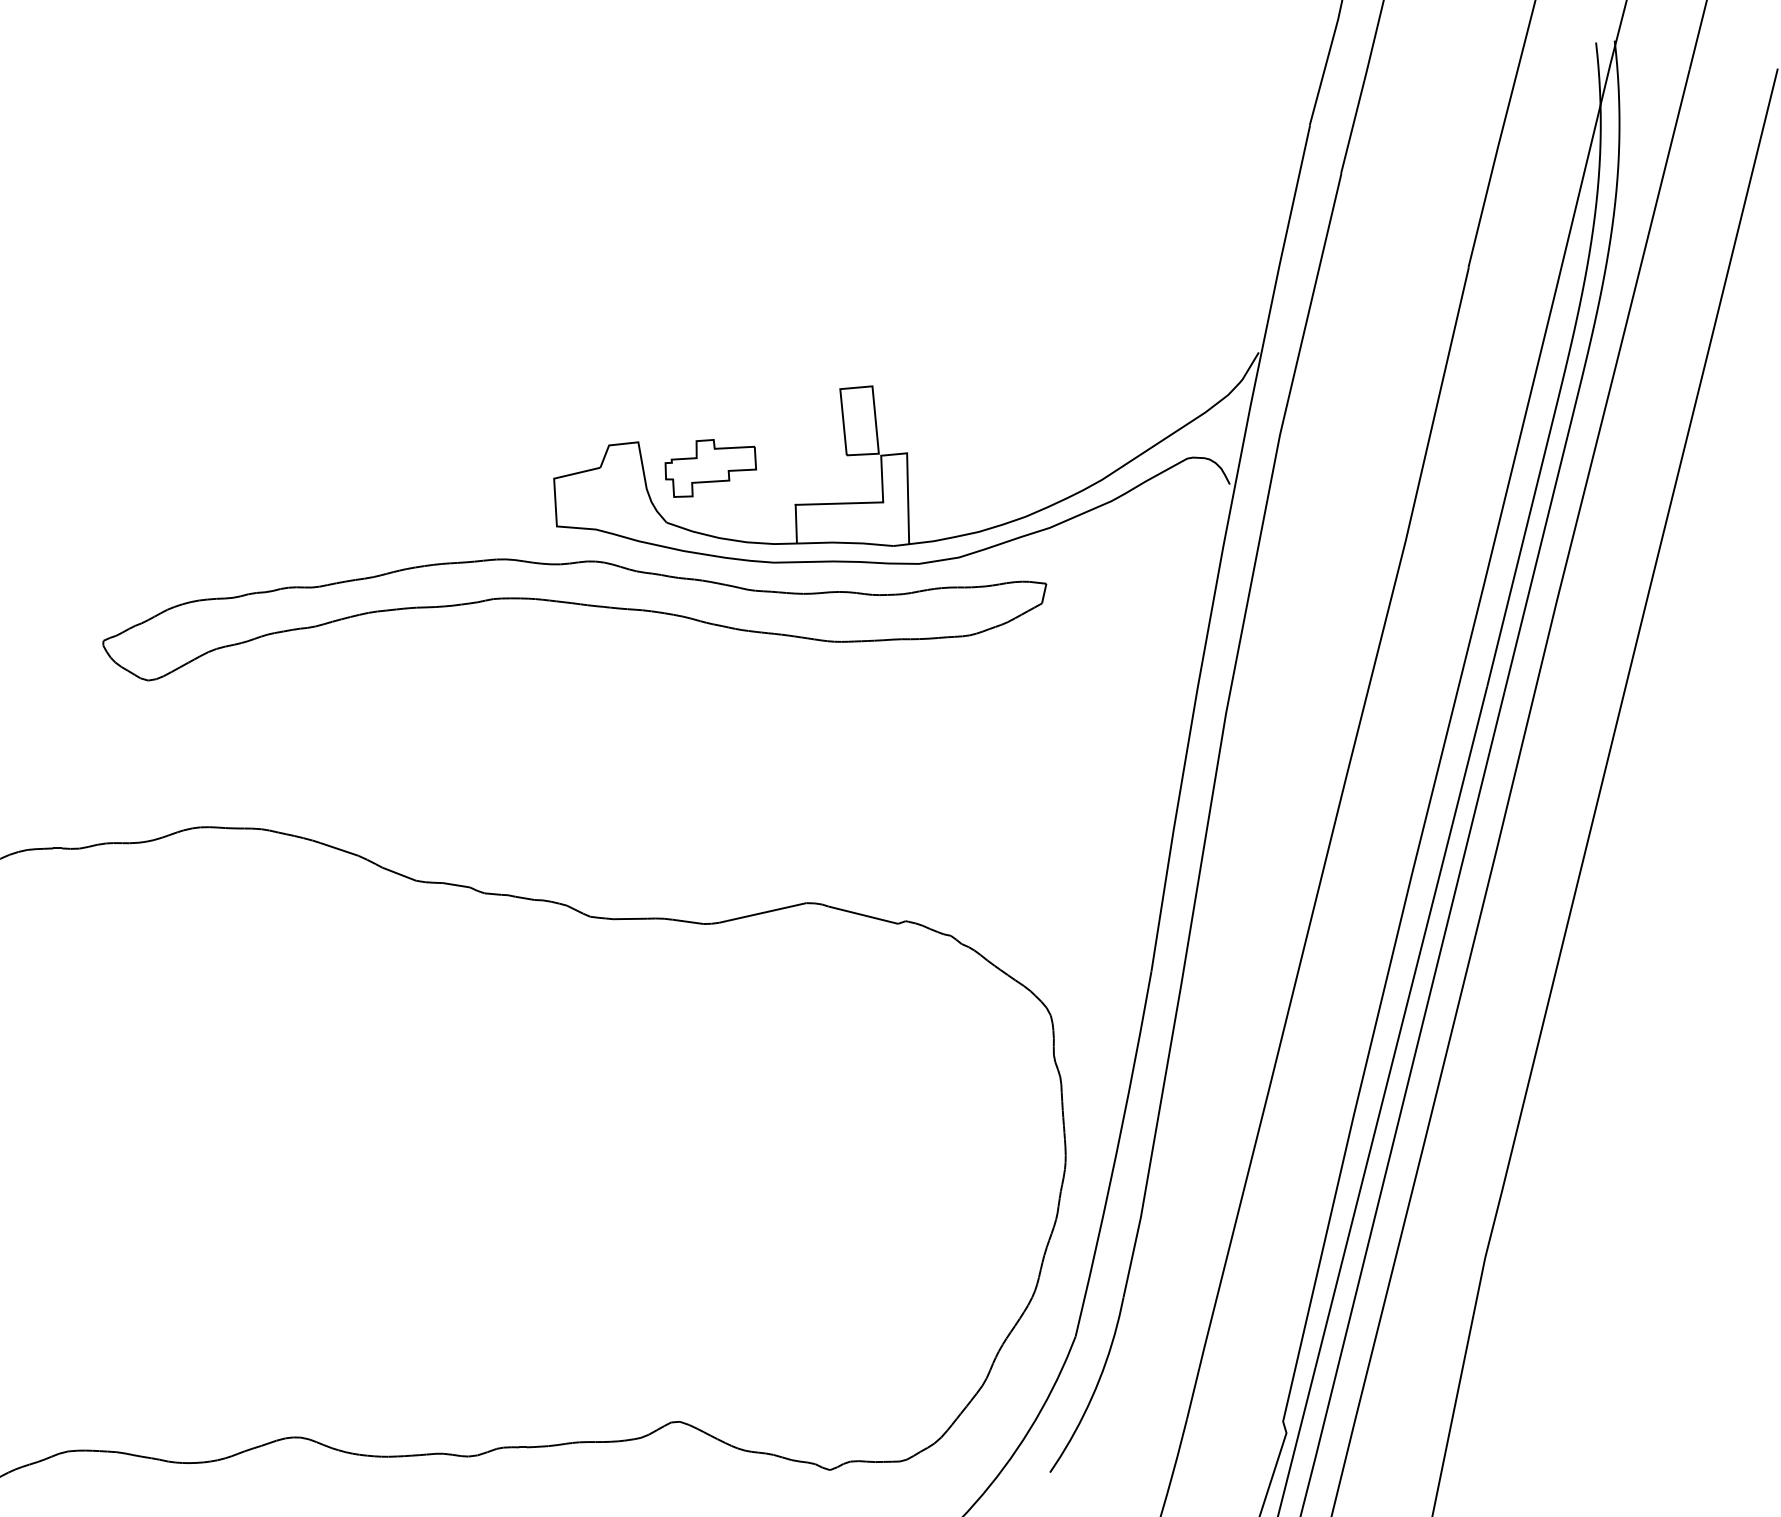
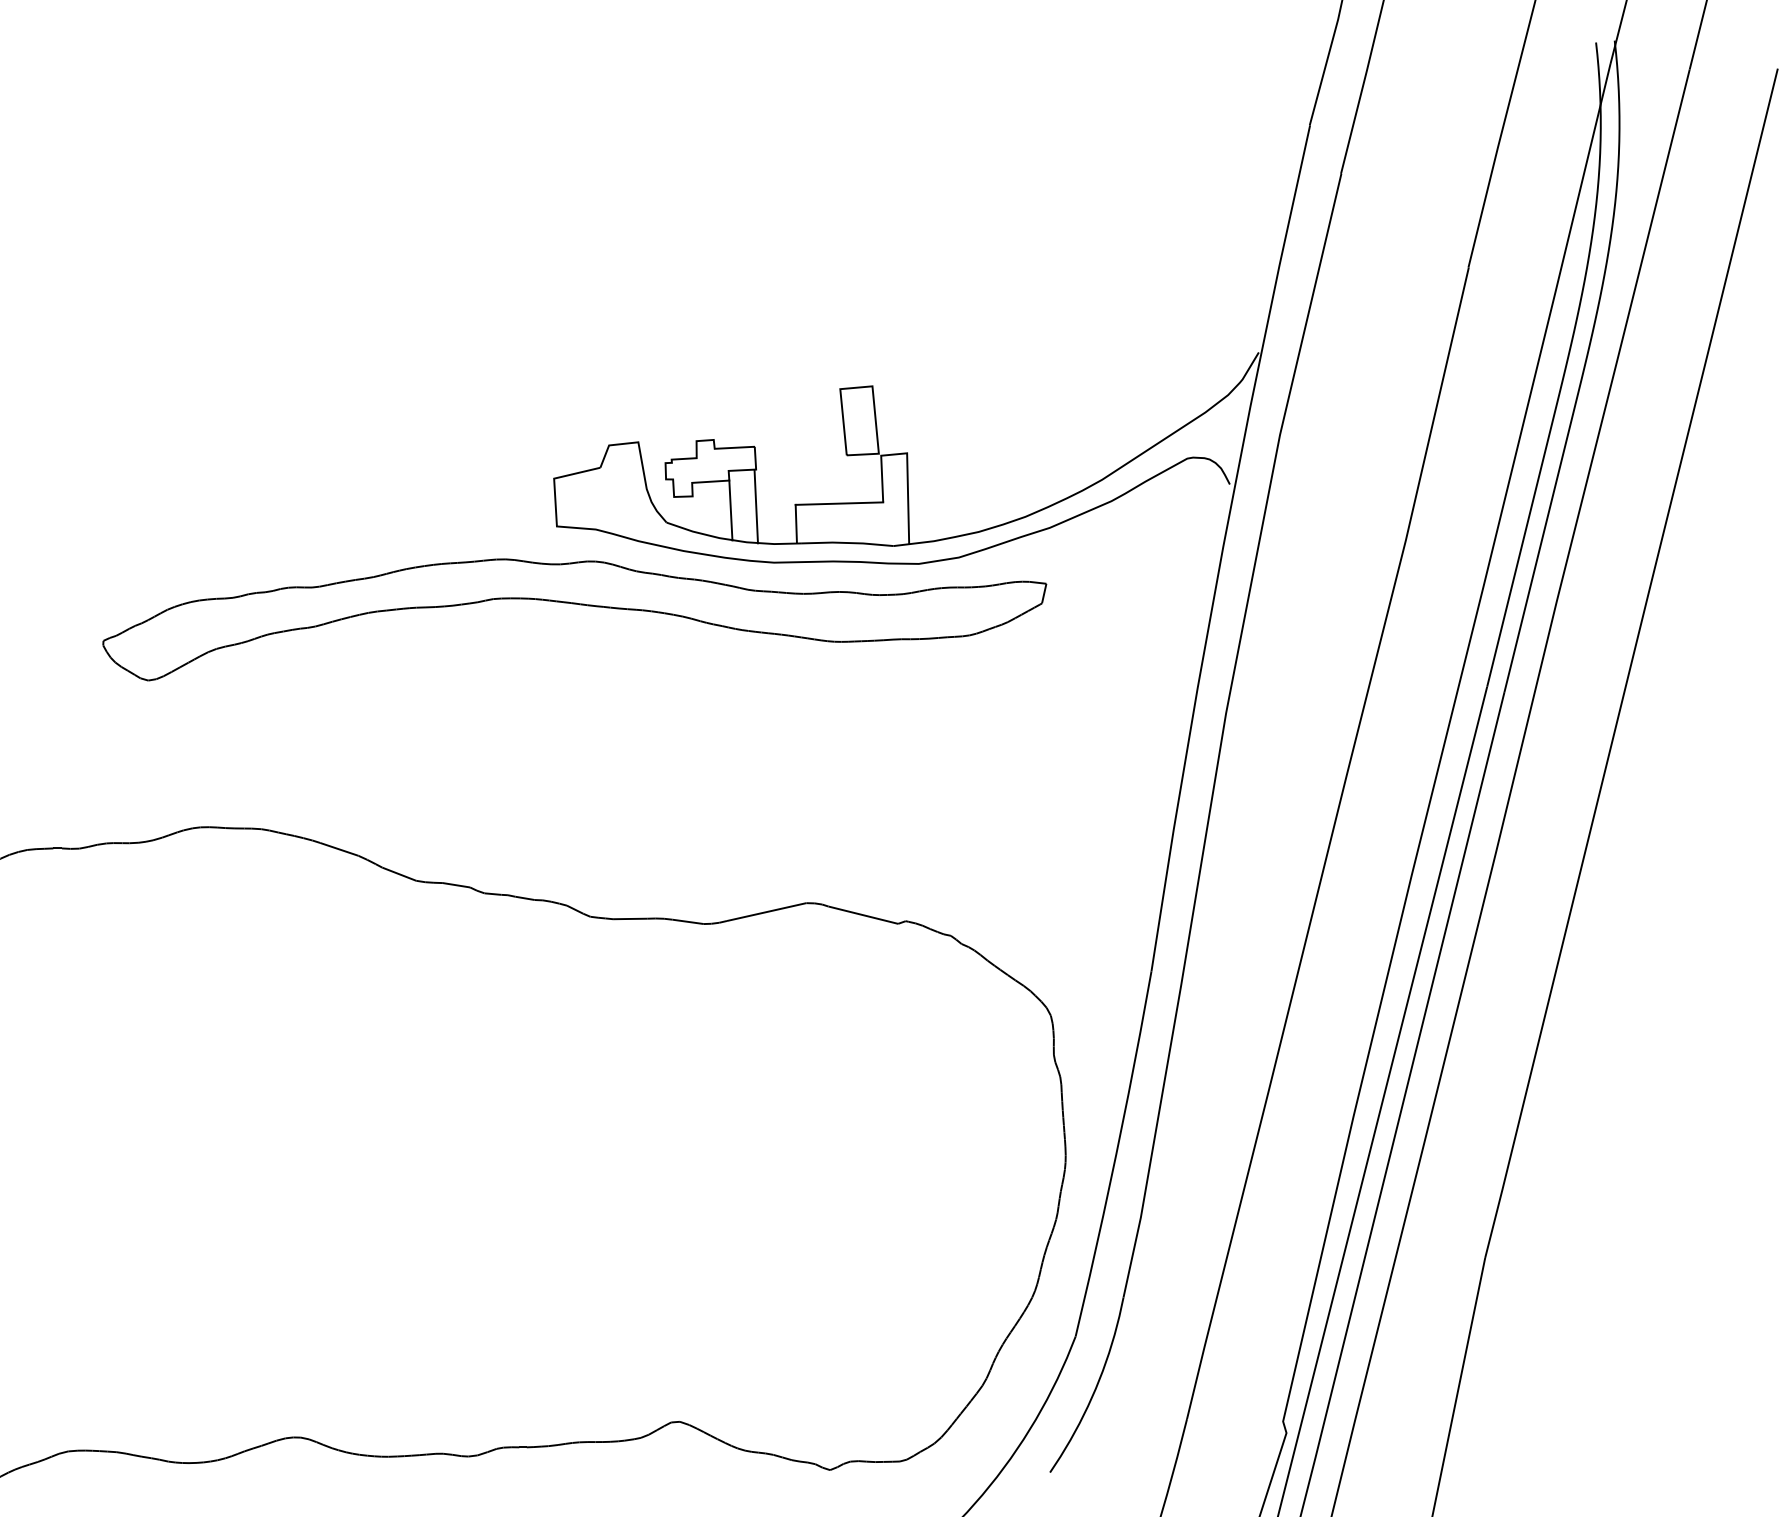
line at (755, 506): none -> present
line at (730, 510): none -> present
